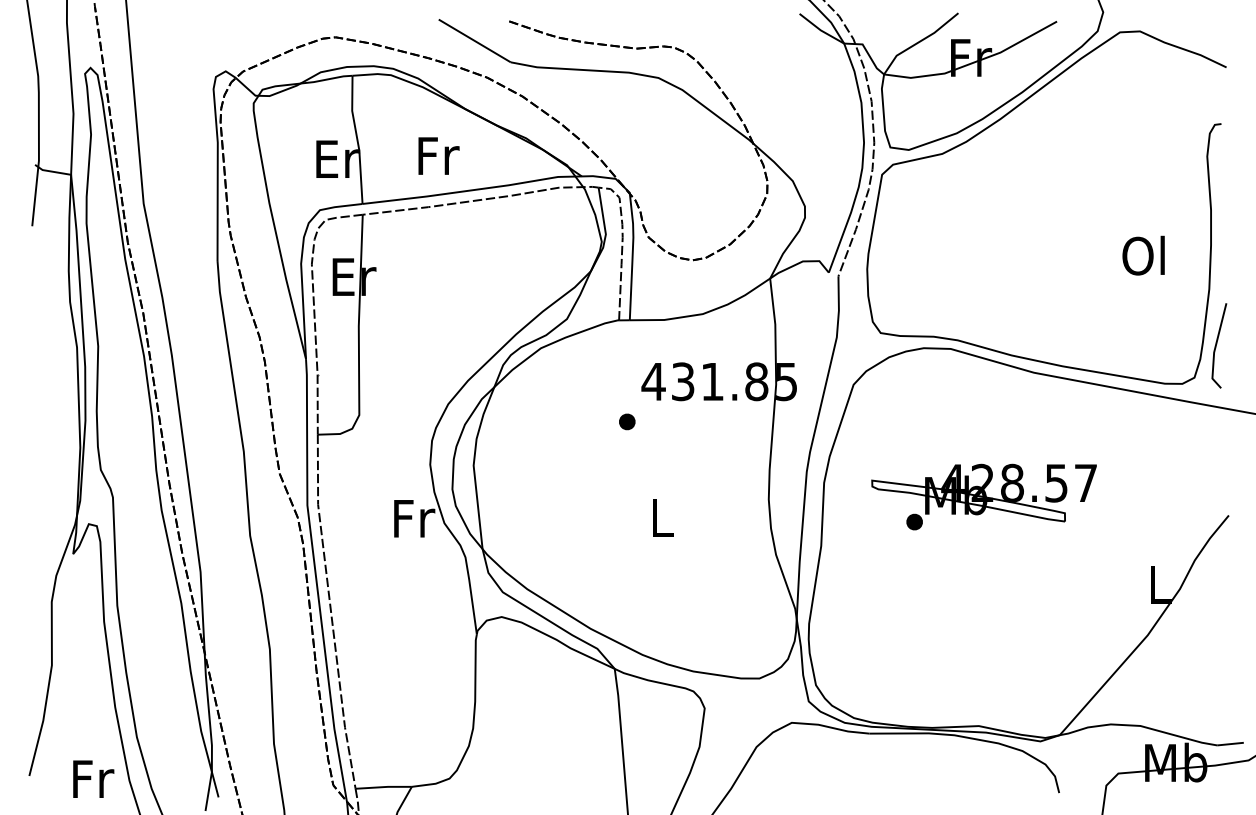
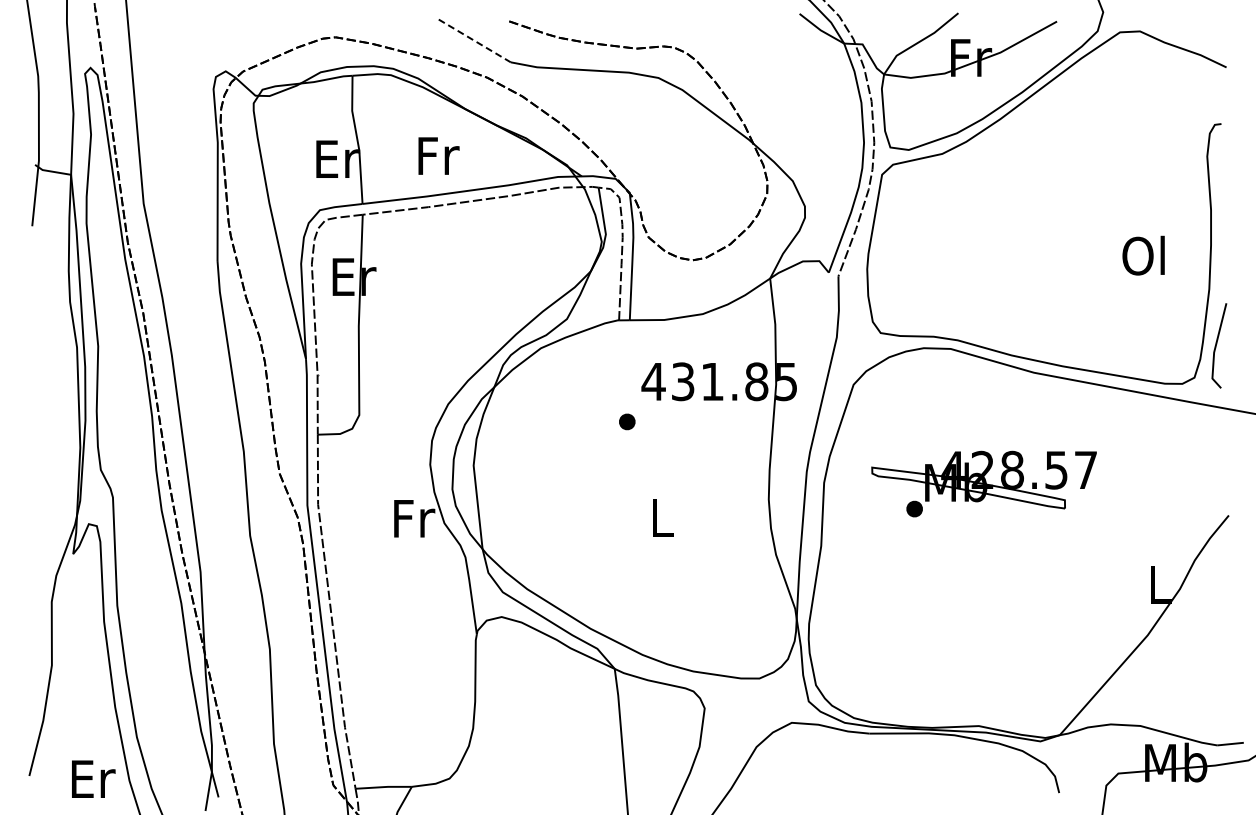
line at (474, 40): solid -> dashed
part at (983, 496) position: (983, 496) -> (983, 483)
text at (93, 778): Fr -> Er
